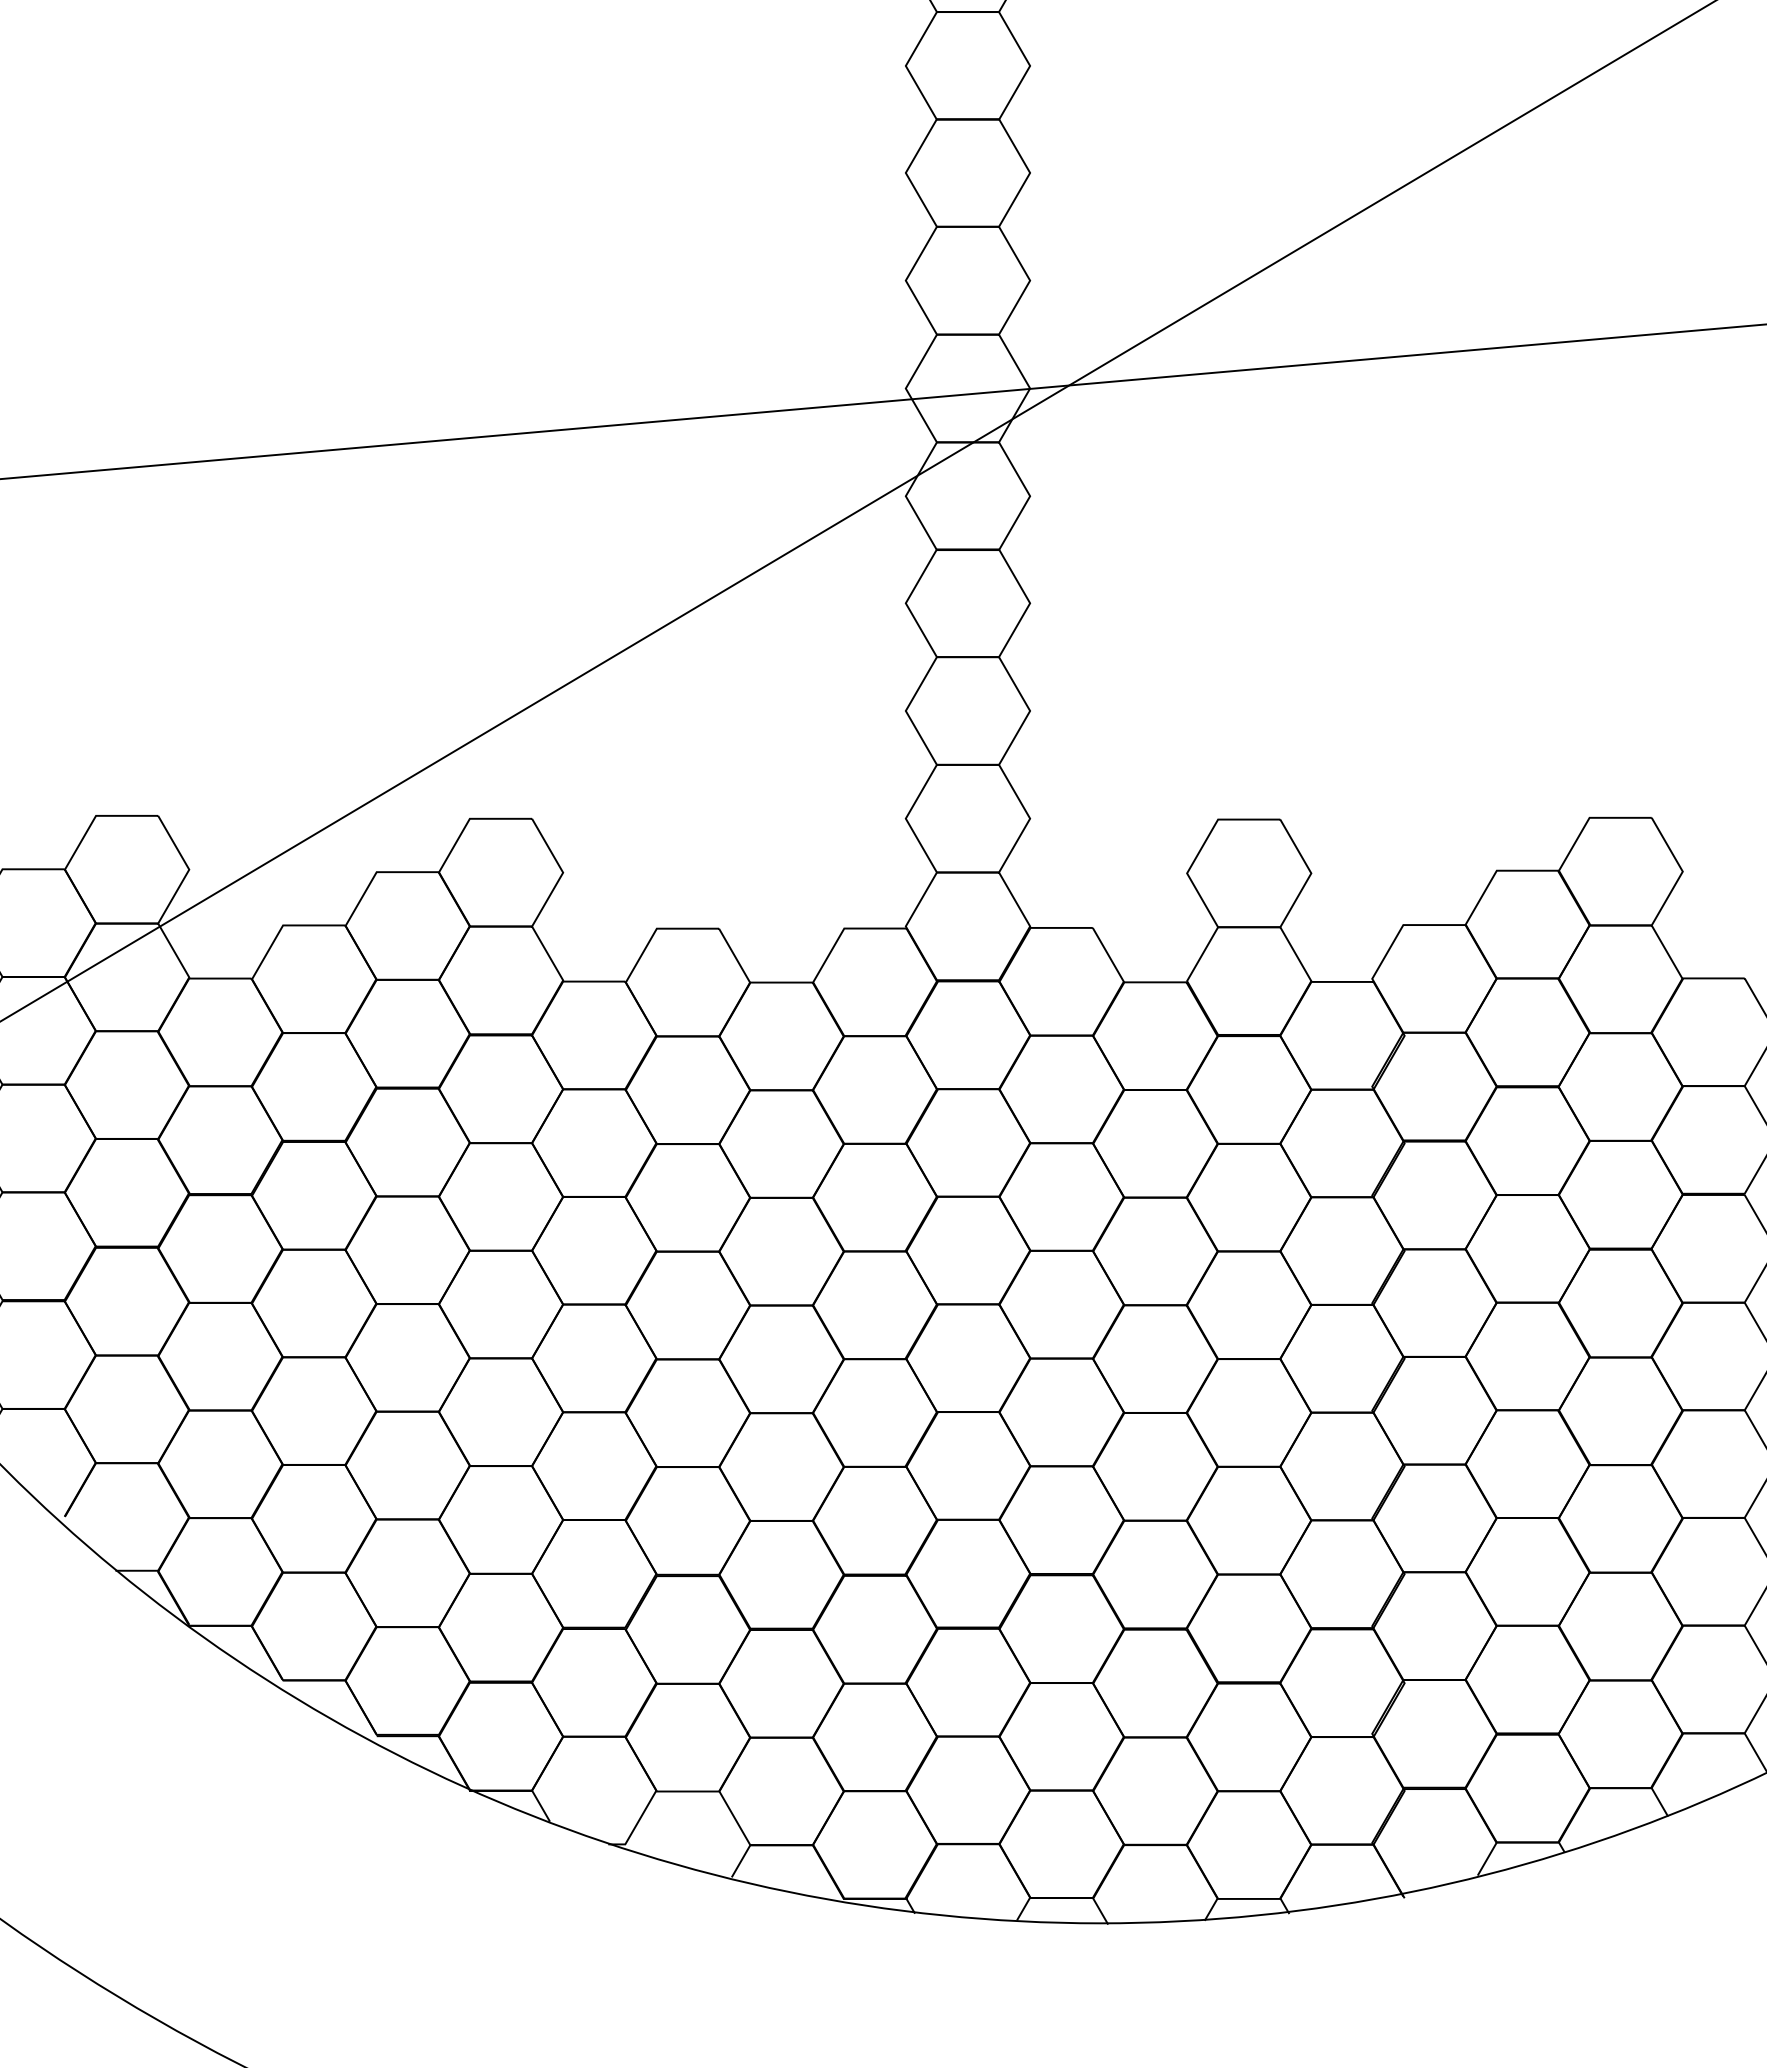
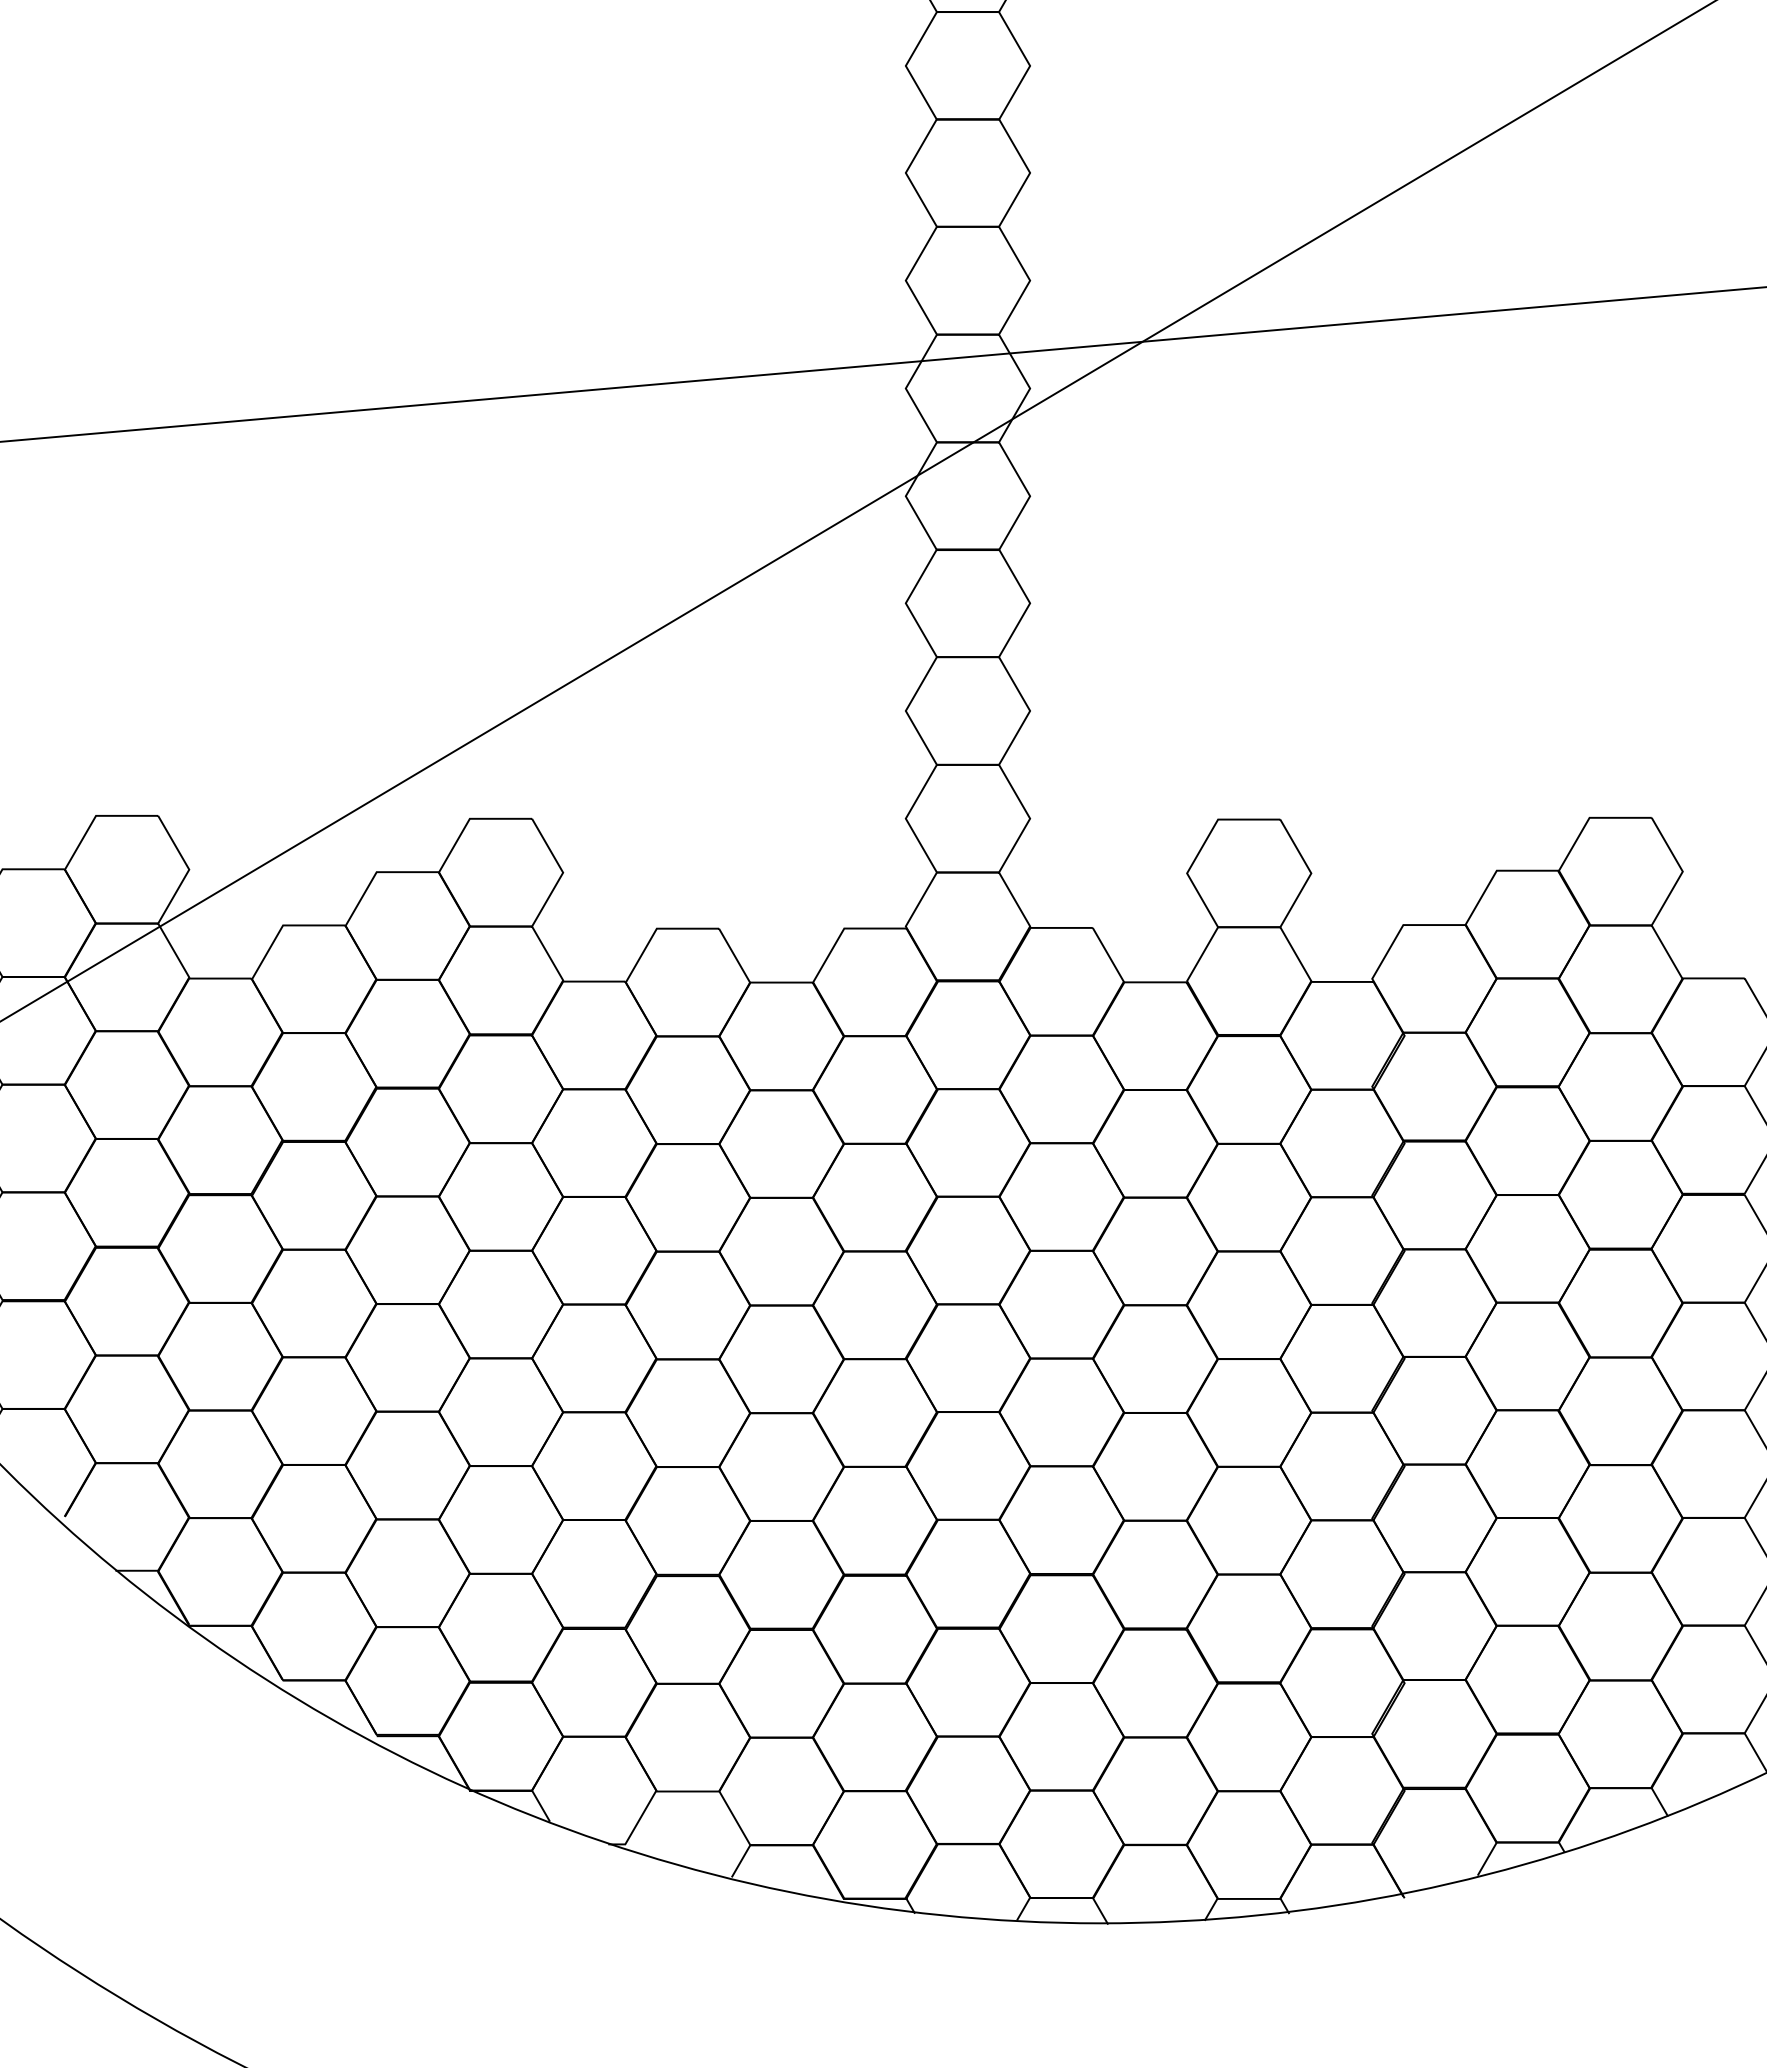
line at (882, 401) position: (882, 401) -> (882, 364)
